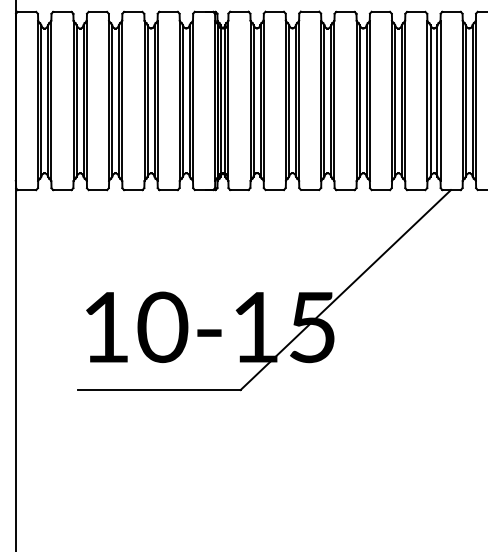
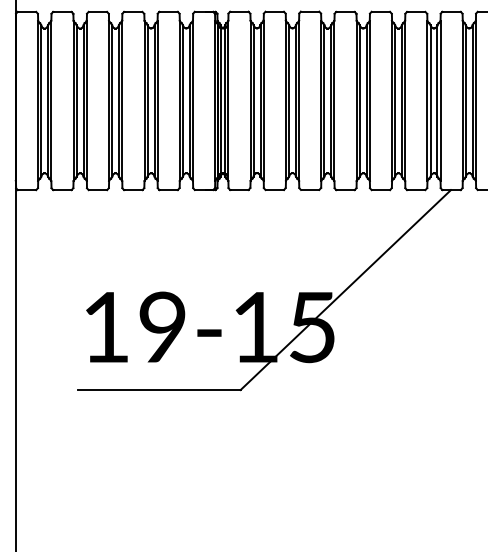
text at (162, 327): 10-15 -> 19-15
